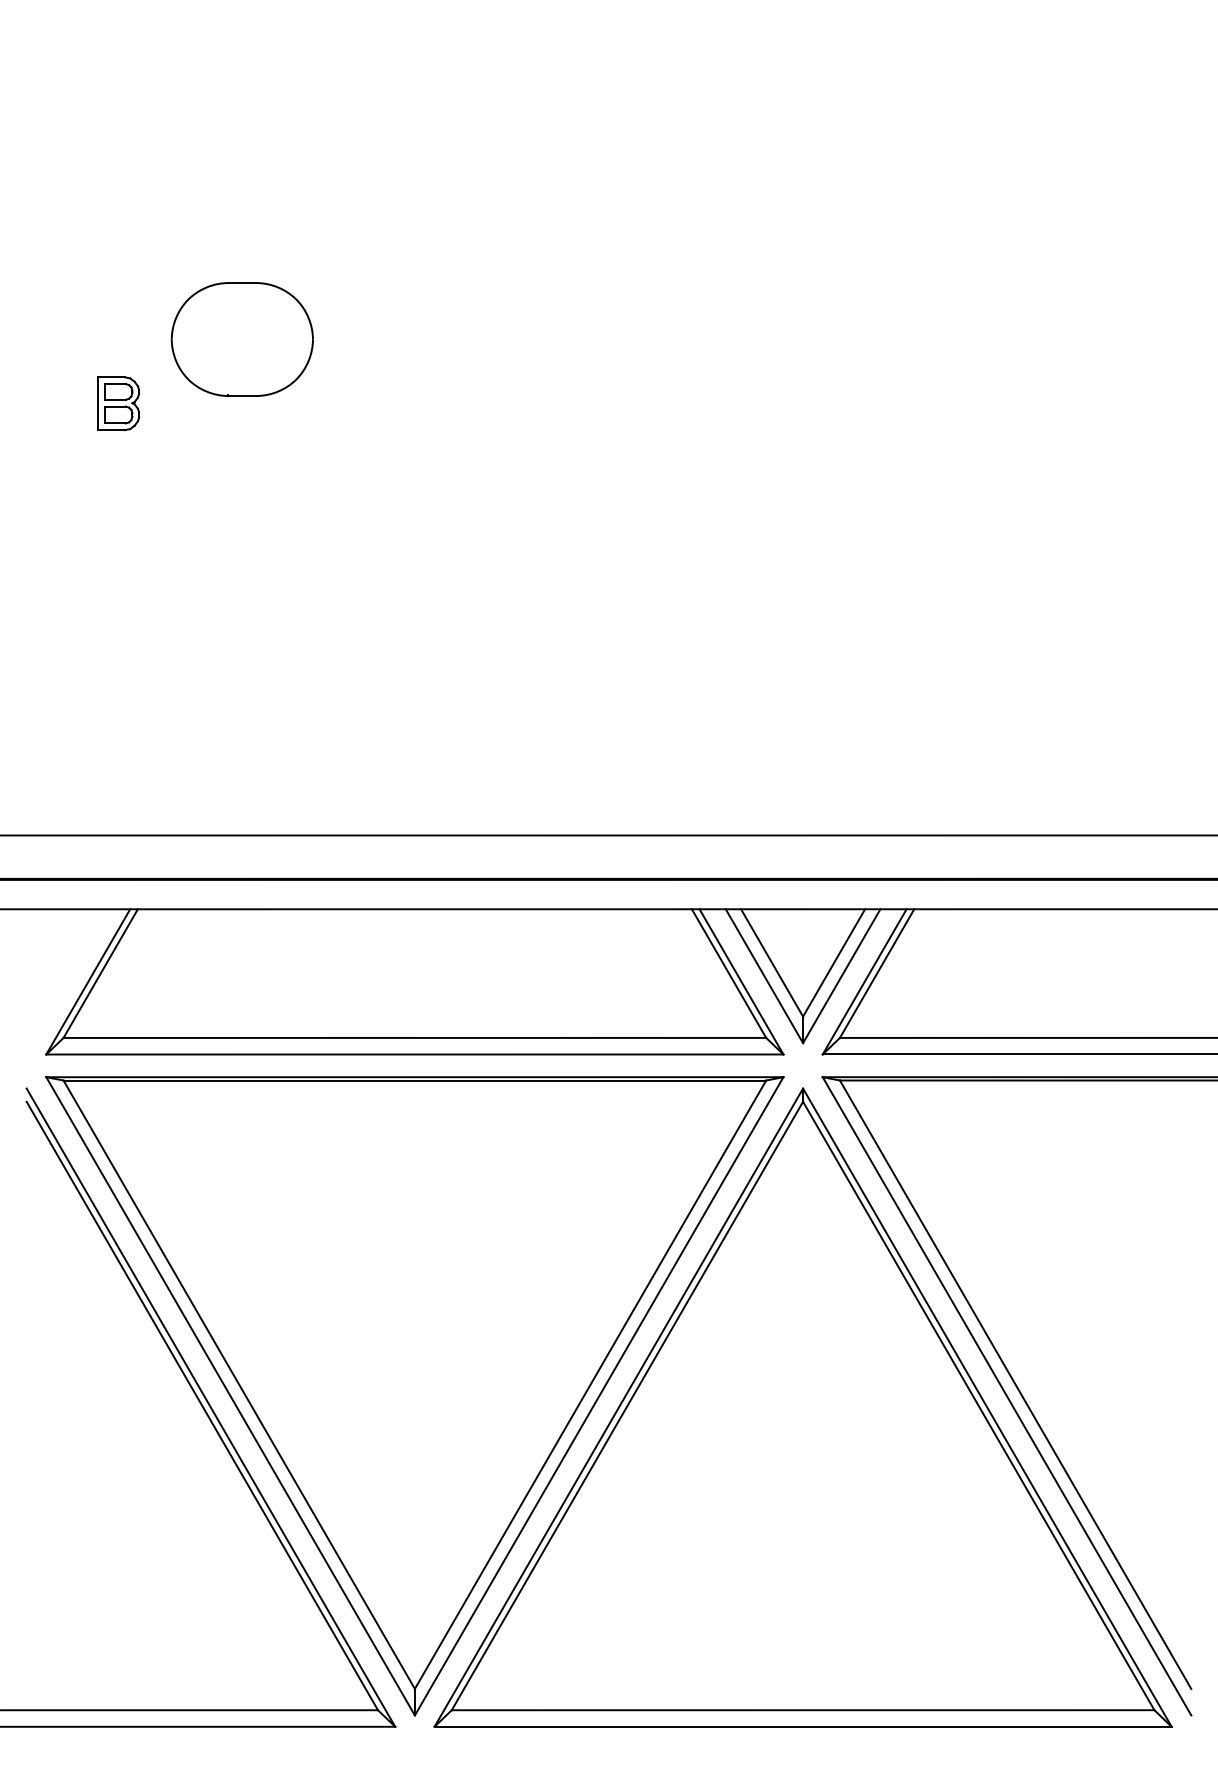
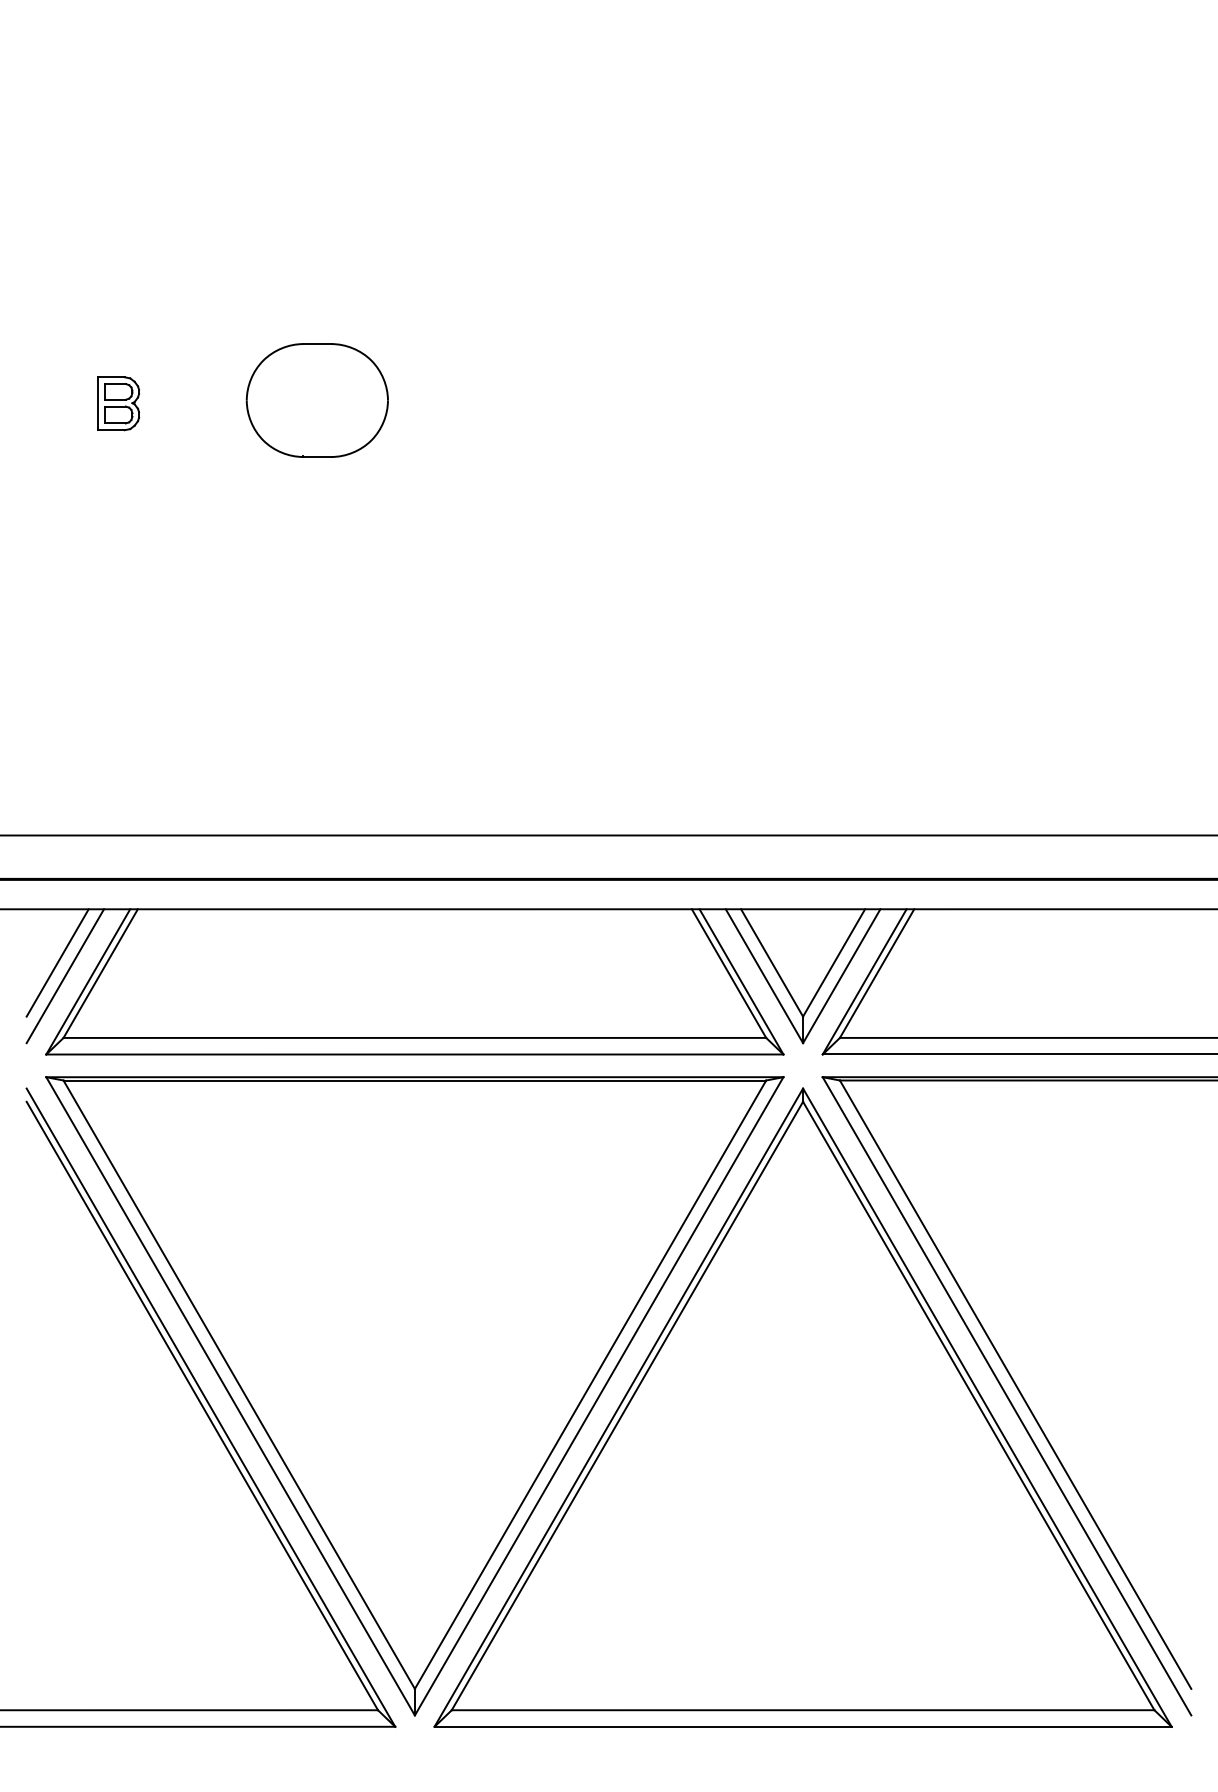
part at (241, 339) position: (241, 339) -> (316, 400)
line at (57, 962): none -> present
line at (64, 976): none -> present
